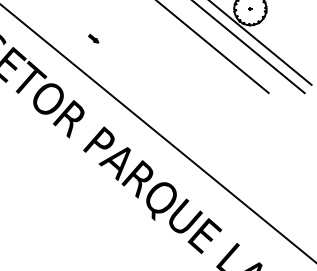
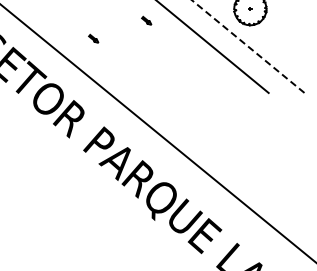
part at (146, 20): none -> present
line at (261, 43): present -> none
line at (249, 47): solid -> dashed
